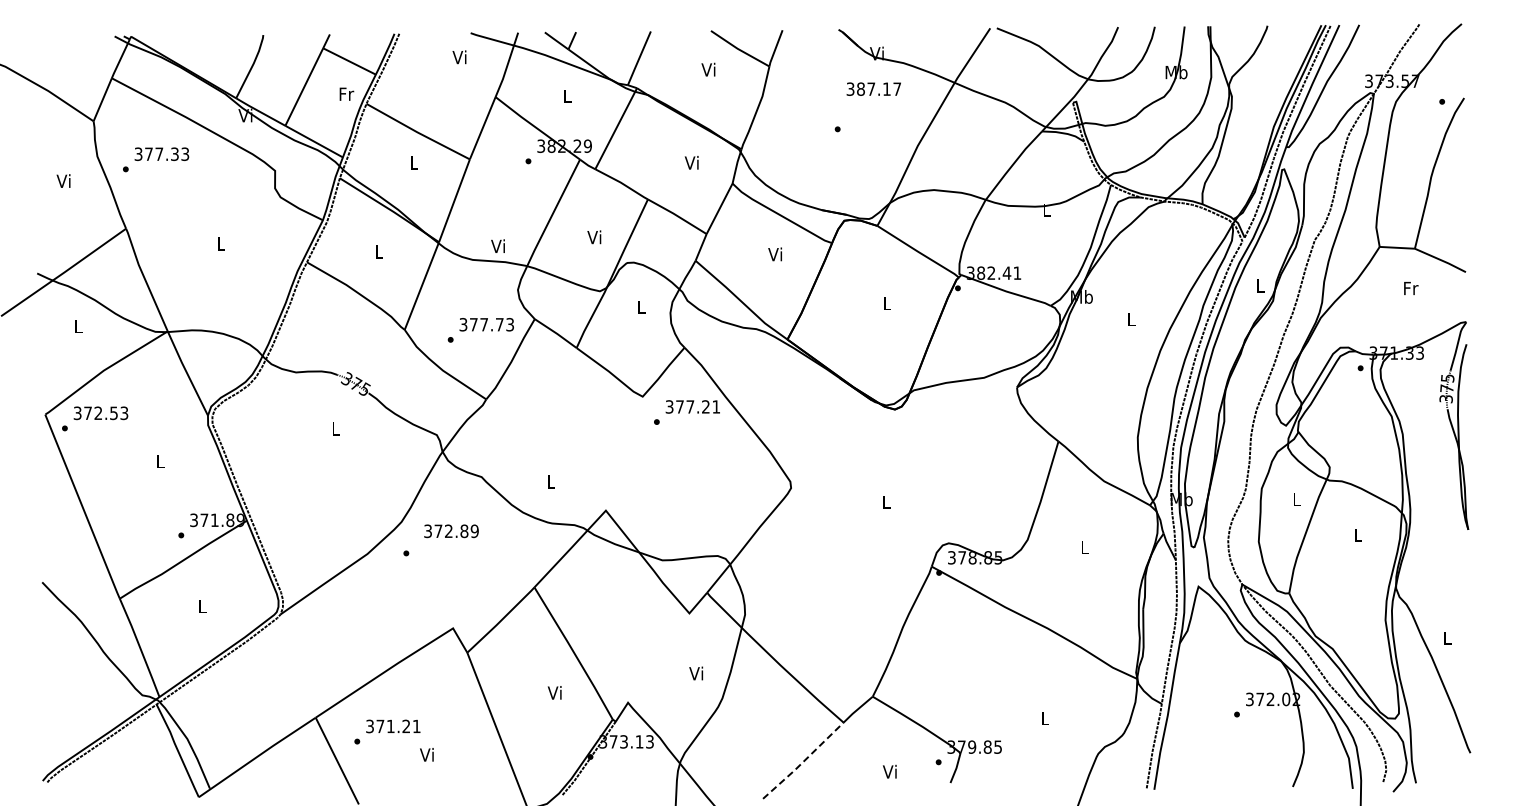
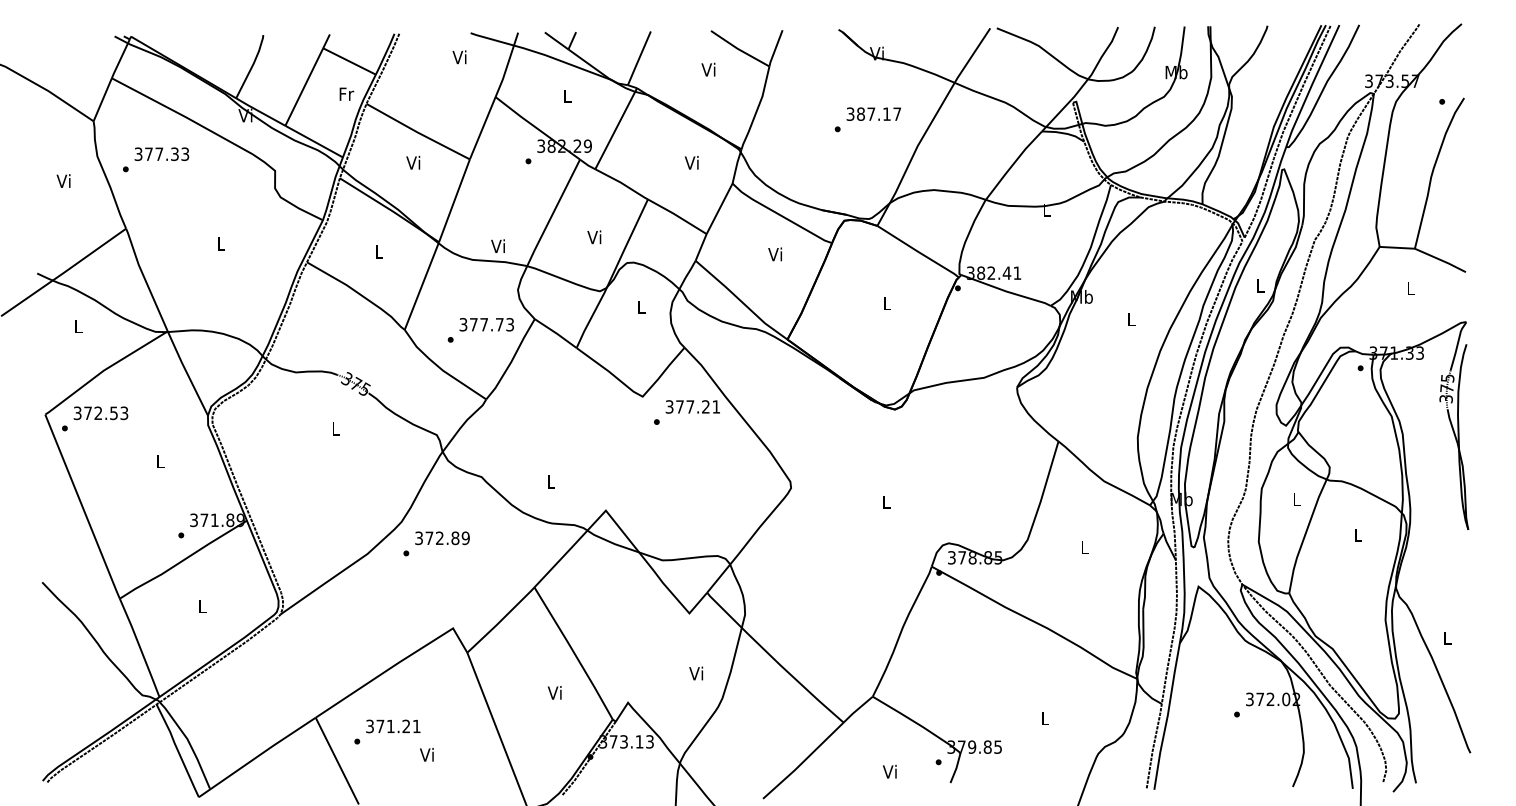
text at (873, 88) position: (873, 88) -> (873, 113)
text at (413, 162): L -> Vi
text at (1411, 288): Fr -> L
text at (451, 531) position: (451, 531) -> (442, 538)
line at (803, 761): dashed -> solid
